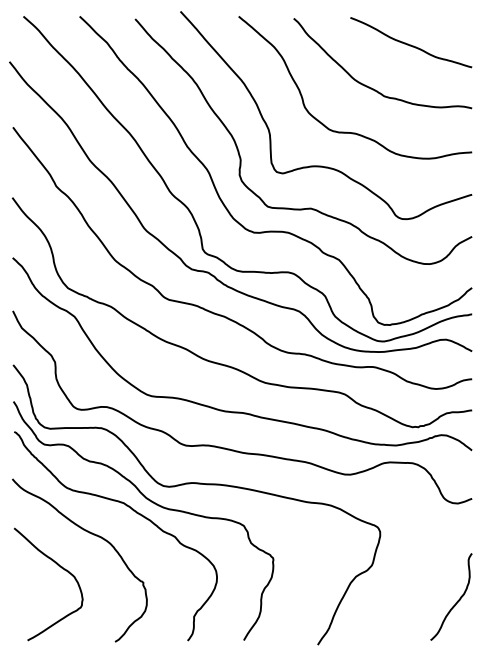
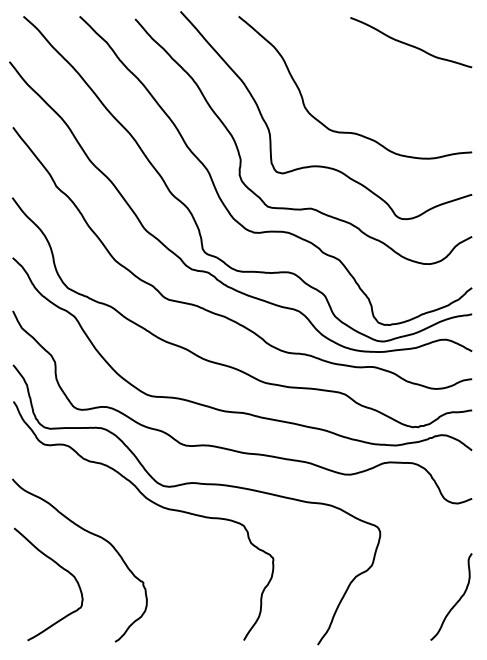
curve at (371, 87): present -> none
curve at (133, 511): present -> none
